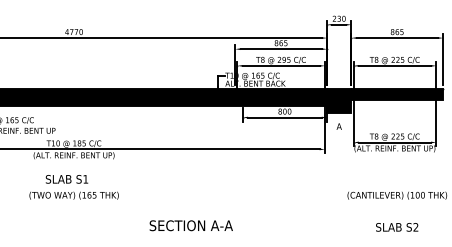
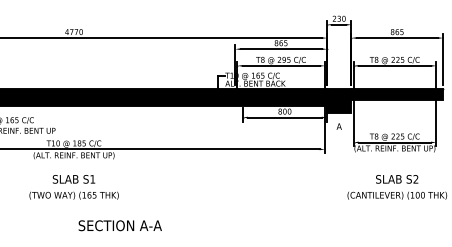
text at (66, 179) position: (66, 179) -> (73, 179)
text at (190, 225) position: (190, 225) -> (119, 225)
text at (397, 227) position: (397, 227) -> (397, 179)
